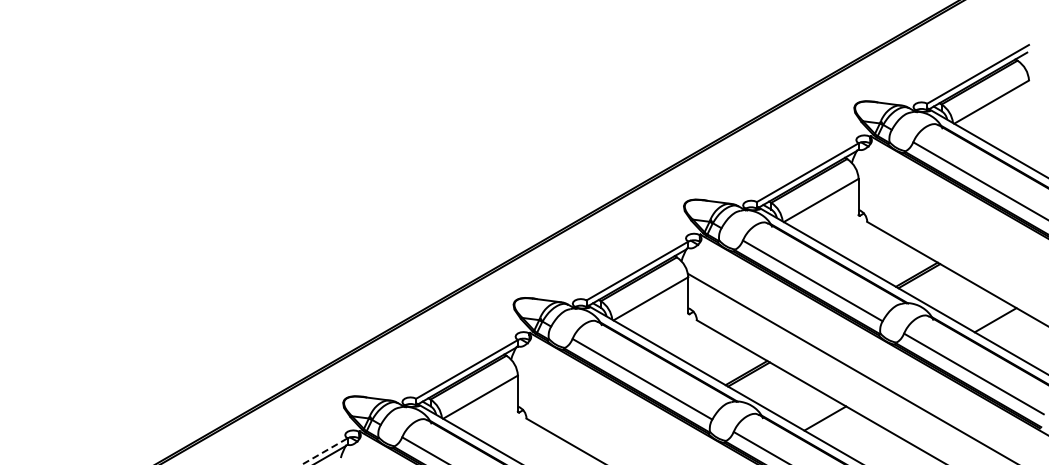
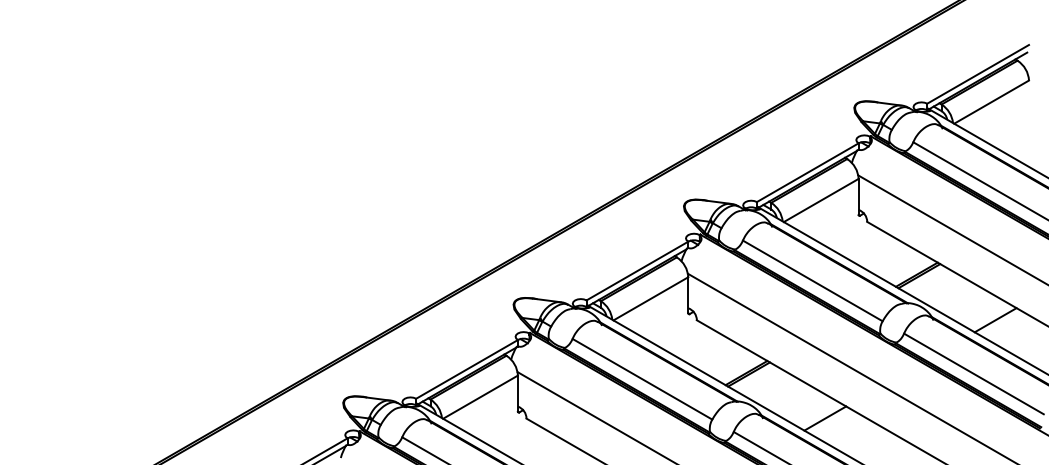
line at (951, 229): none -> present
line at (594, 416): none -> present
line at (325, 451): dashed -> solid
